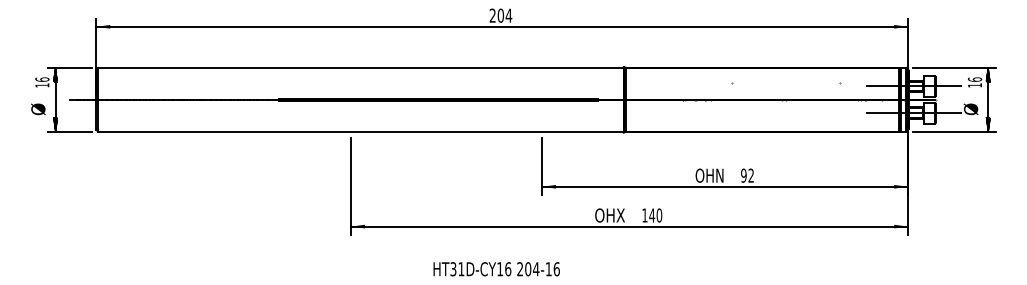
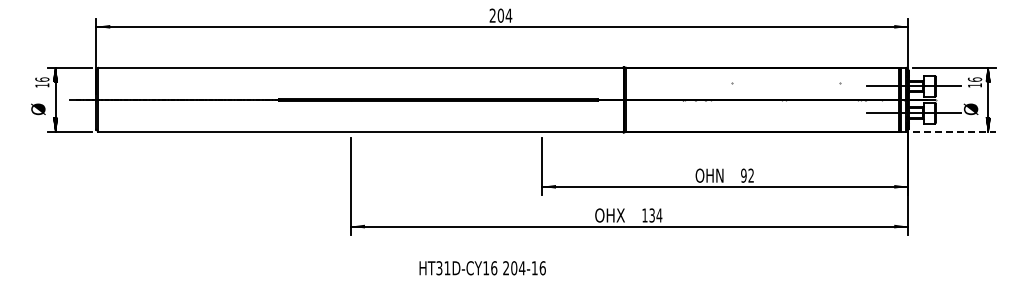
line at (954, 131): solid -> dashed
text at (655, 215): 140 -> 134
text at (496, 269) position: (496, 269) -> (482, 268)
